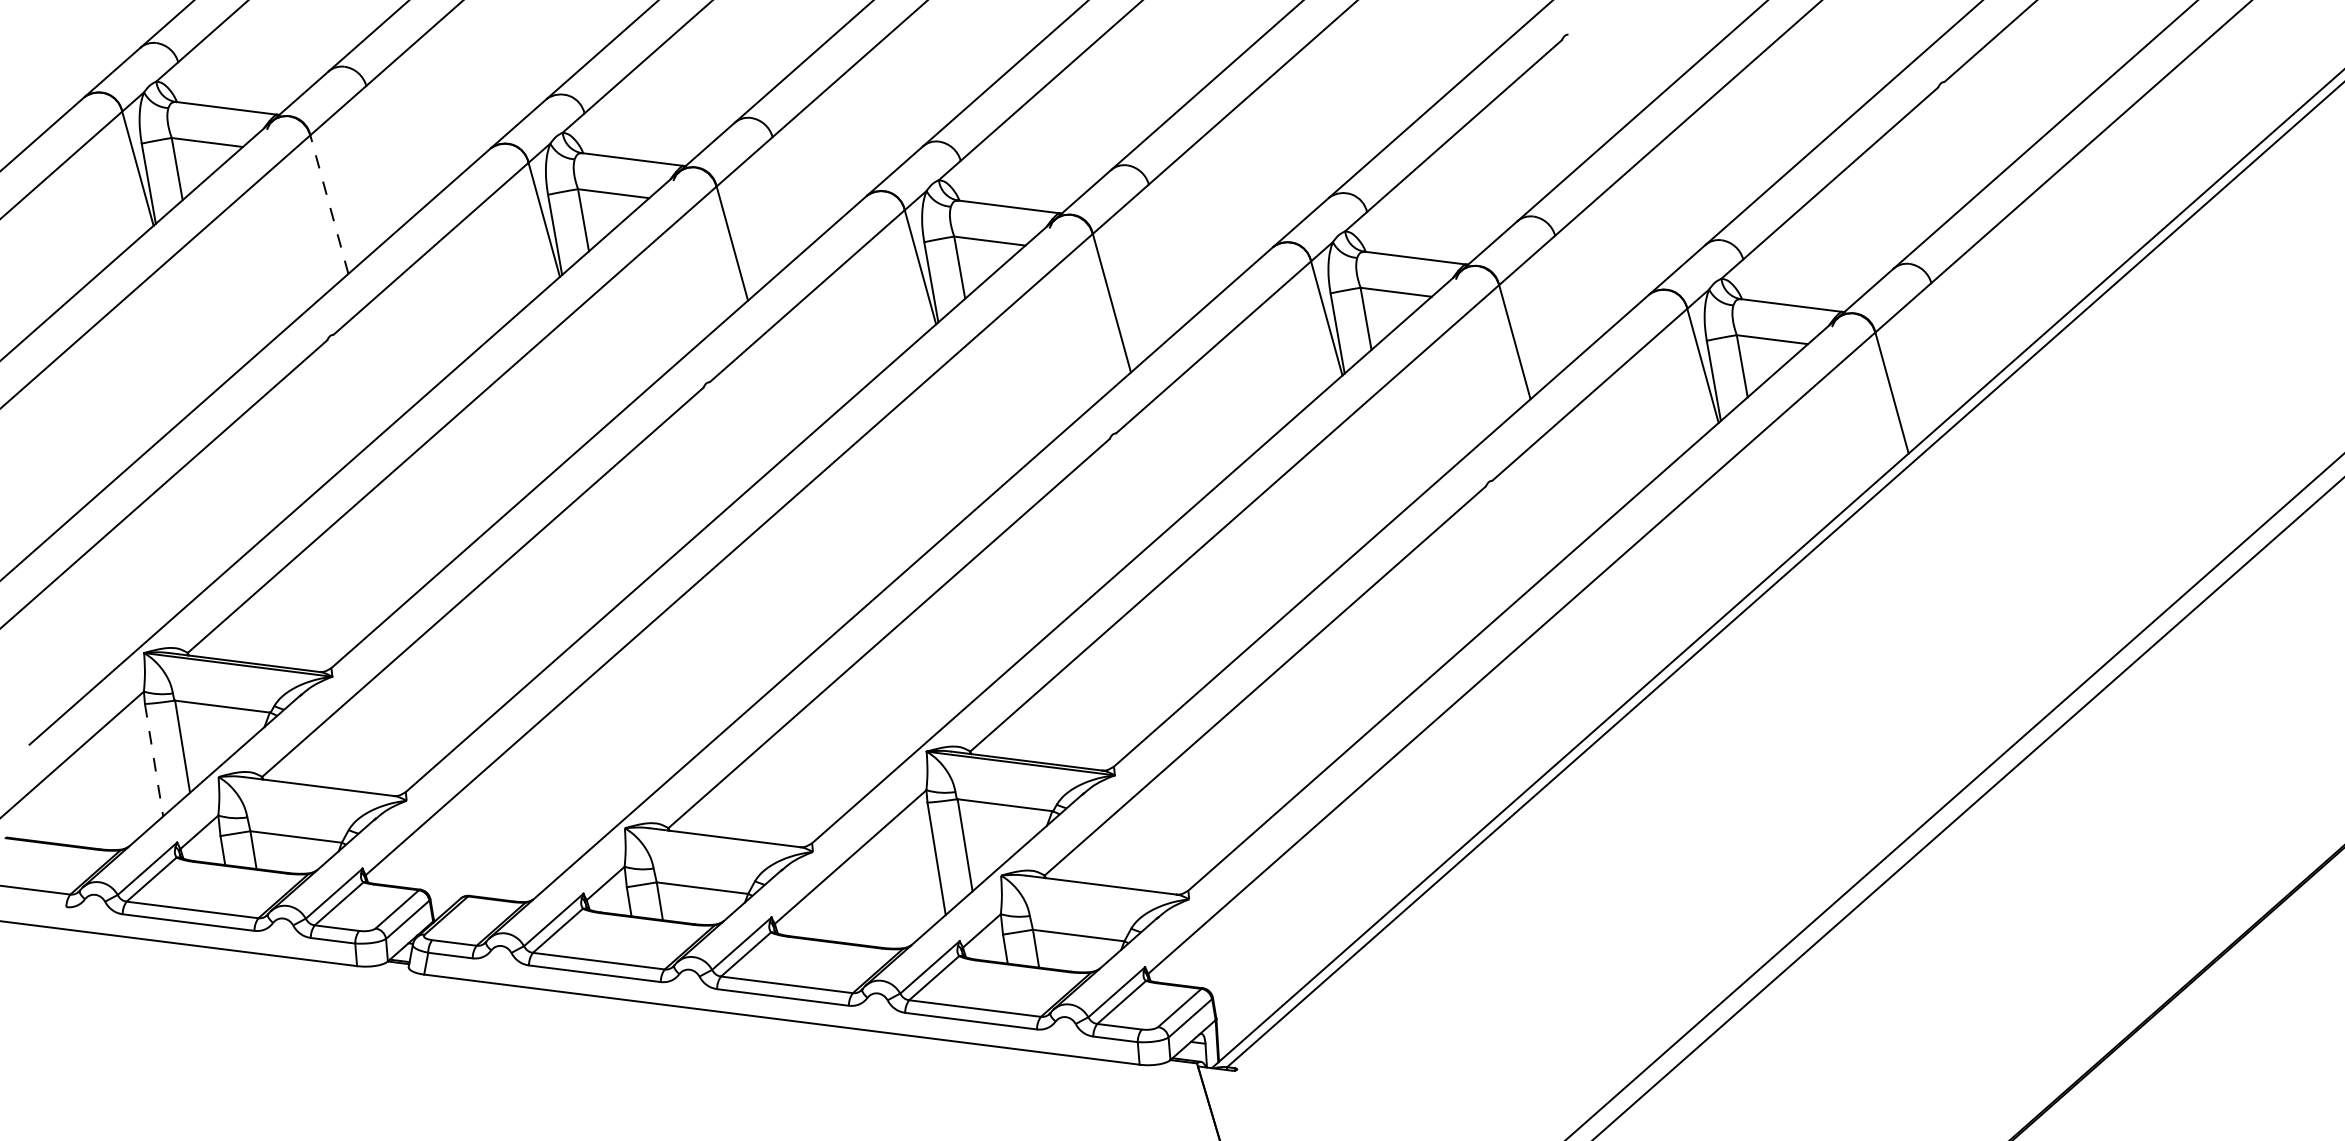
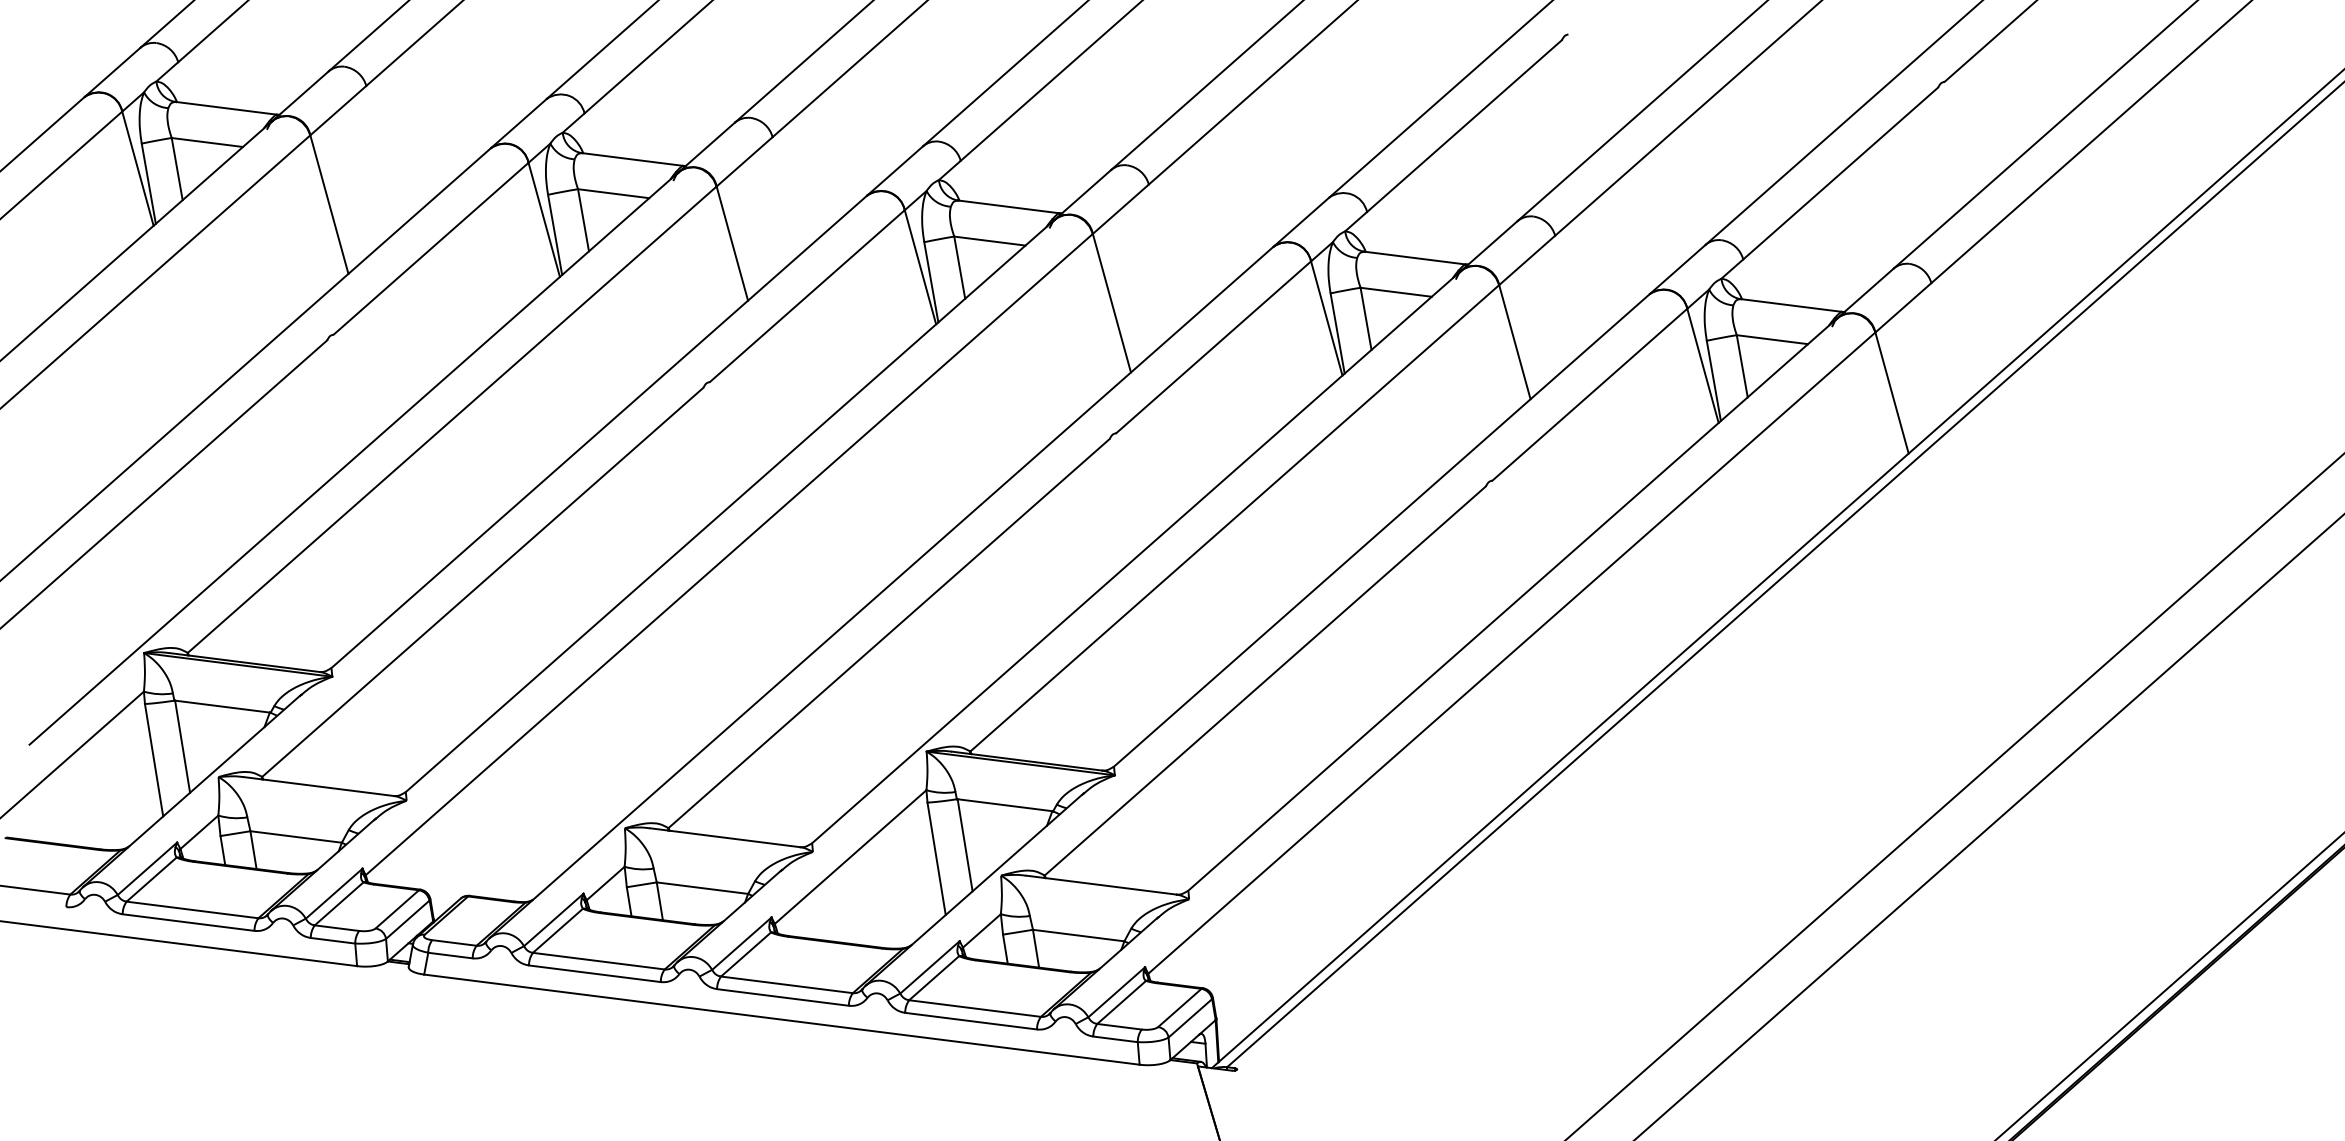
line at (329, 204): dashed -> solid
line at (154, 760): dashed -> solid
line at (1968, 808) position: (1968, 808) -> (1989, 826)
line at (2169, 986): none -> present
